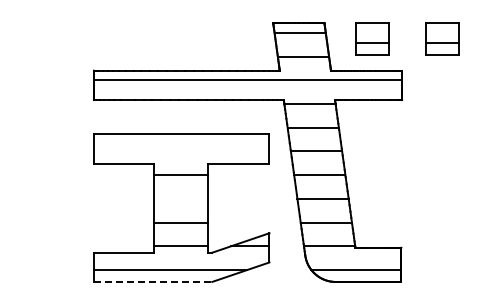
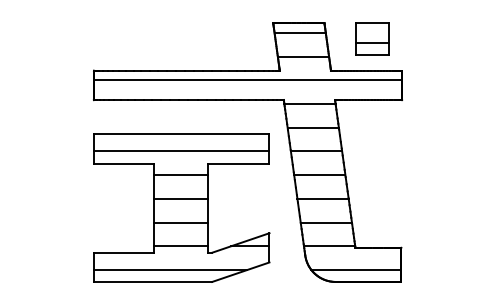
part at (442, 38): present -> none
line at (180, 151): none -> present
line at (180, 198): none -> present
line at (153, 281): dashed -> solid
